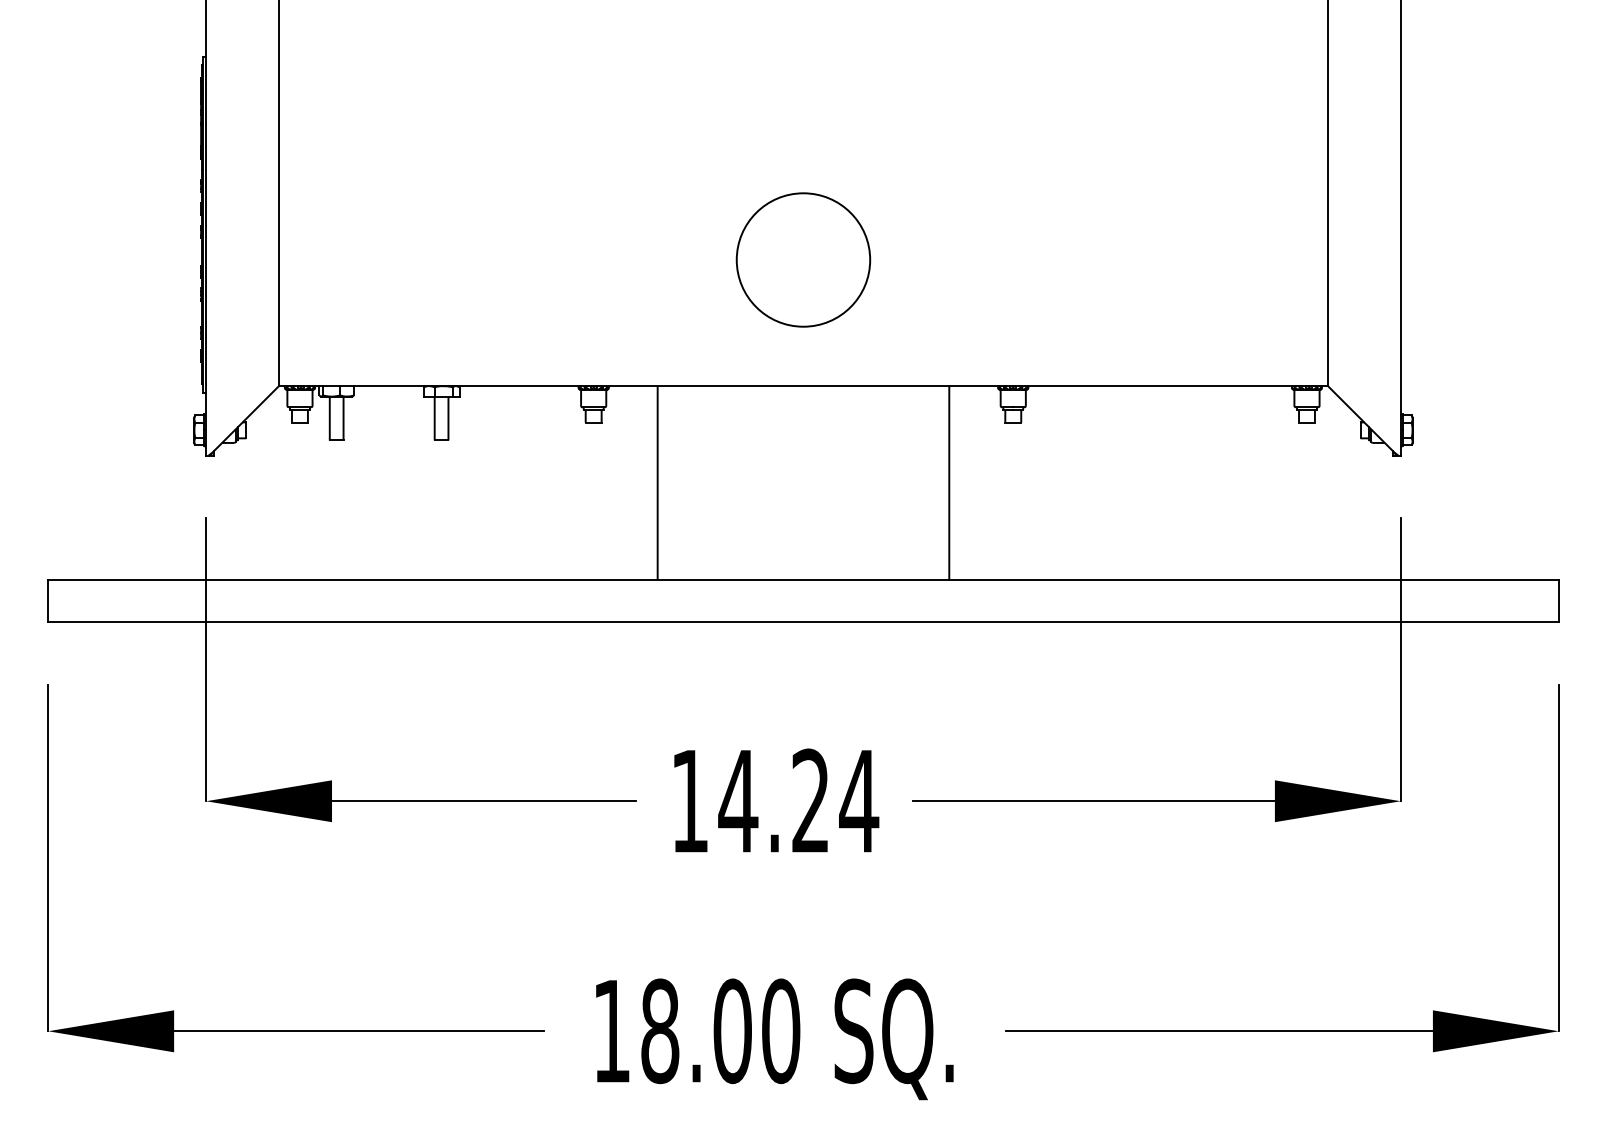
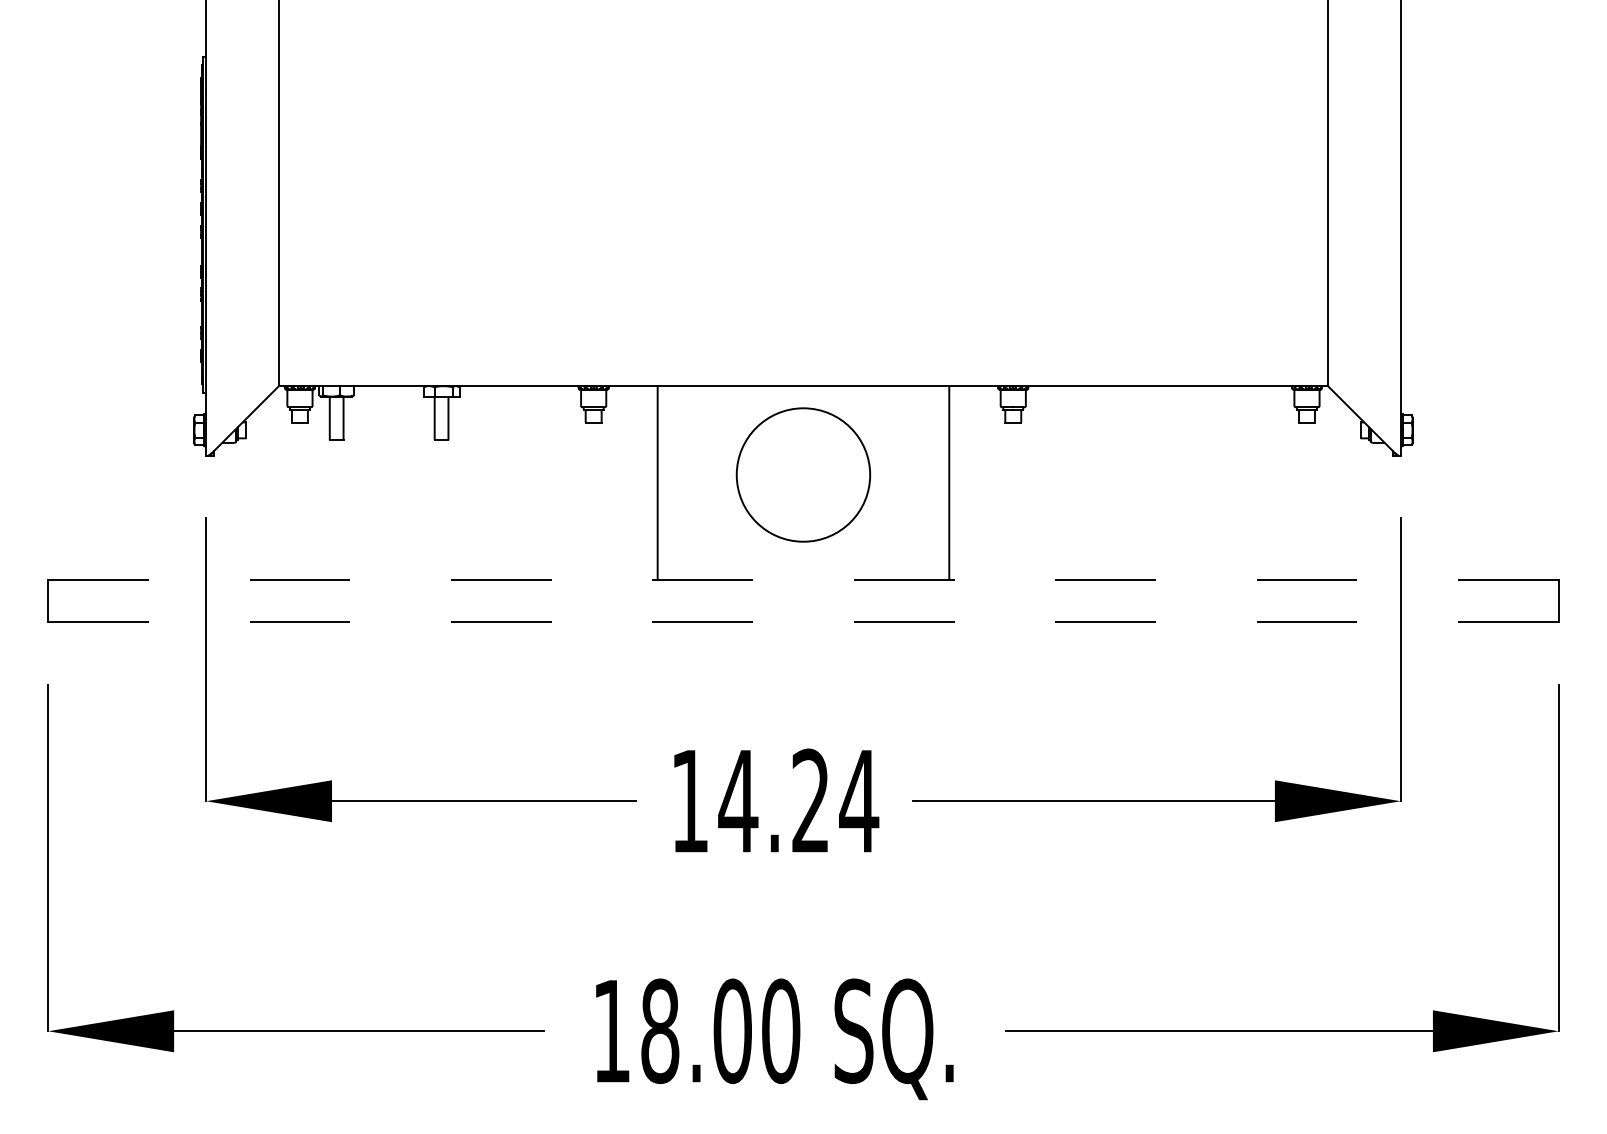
circle at (803, 259) position: (803, 259) -> (803, 474)
line at (803, 579): solid -> dashed
line at (803, 621): solid -> dashed
